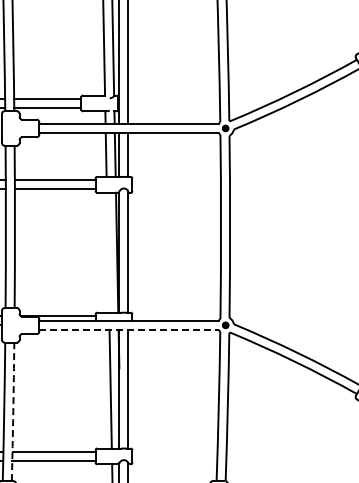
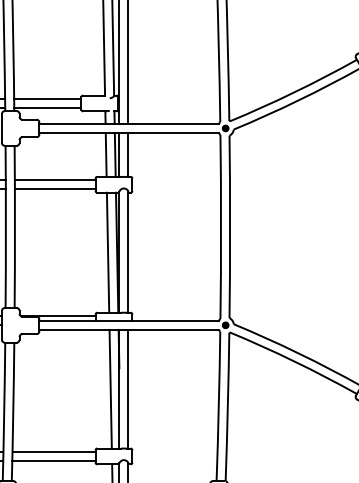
line at (107, 252): none -> present
line at (129, 329): dashed -> solid
arc at (13, 411): dashed -> solid
